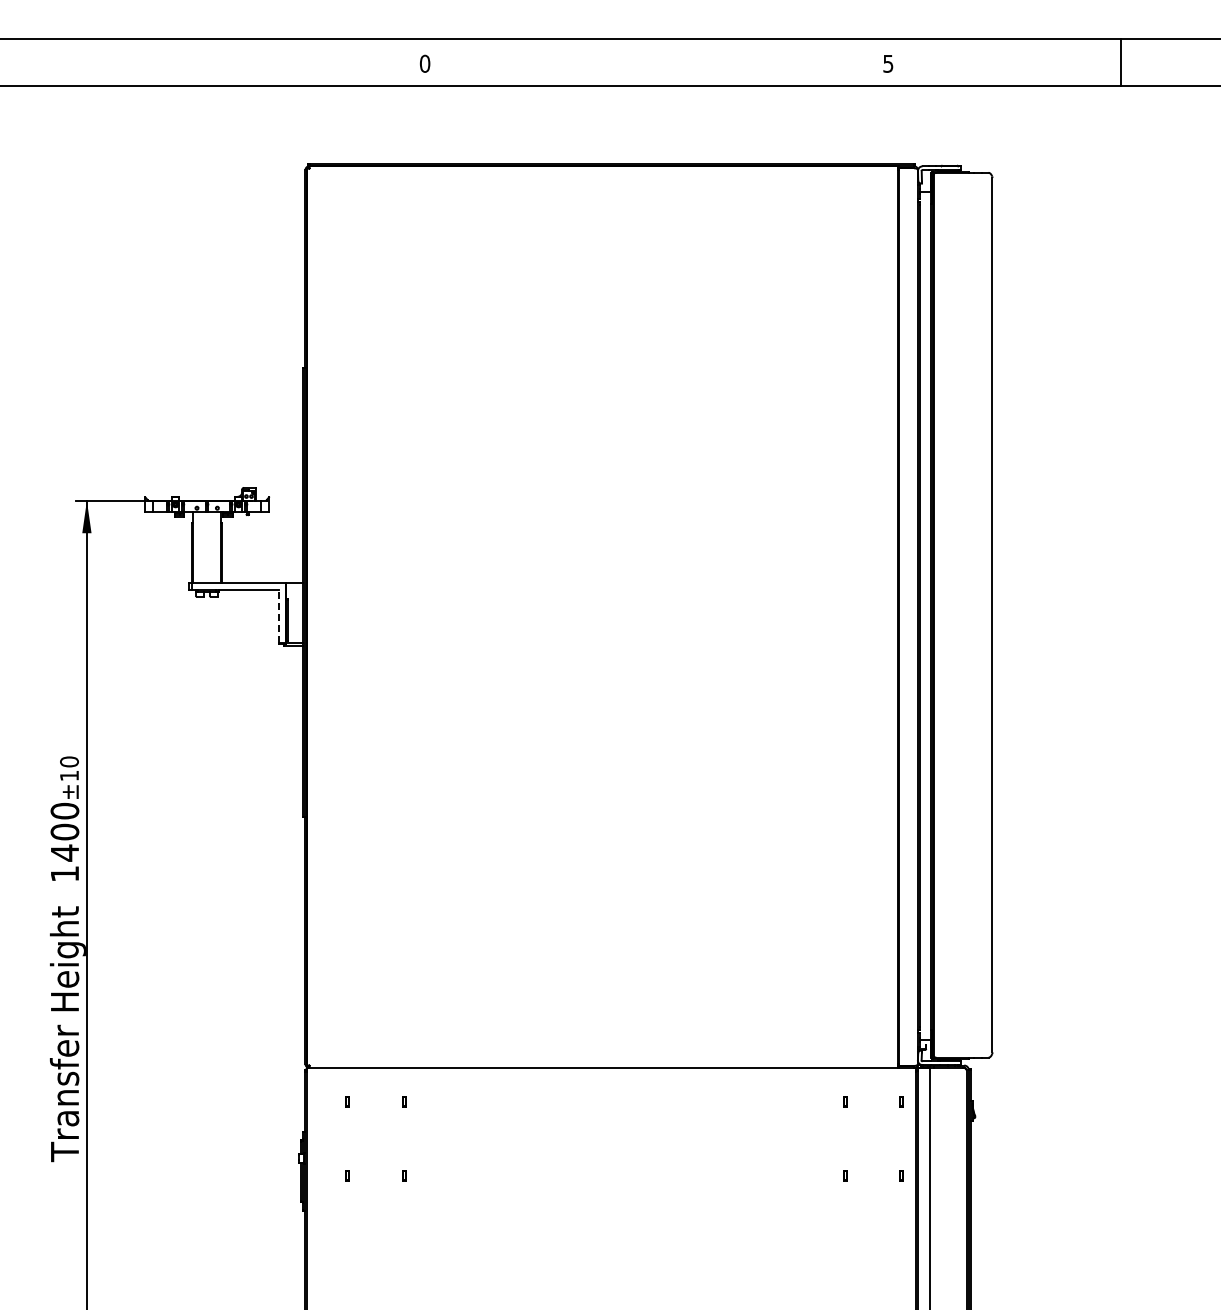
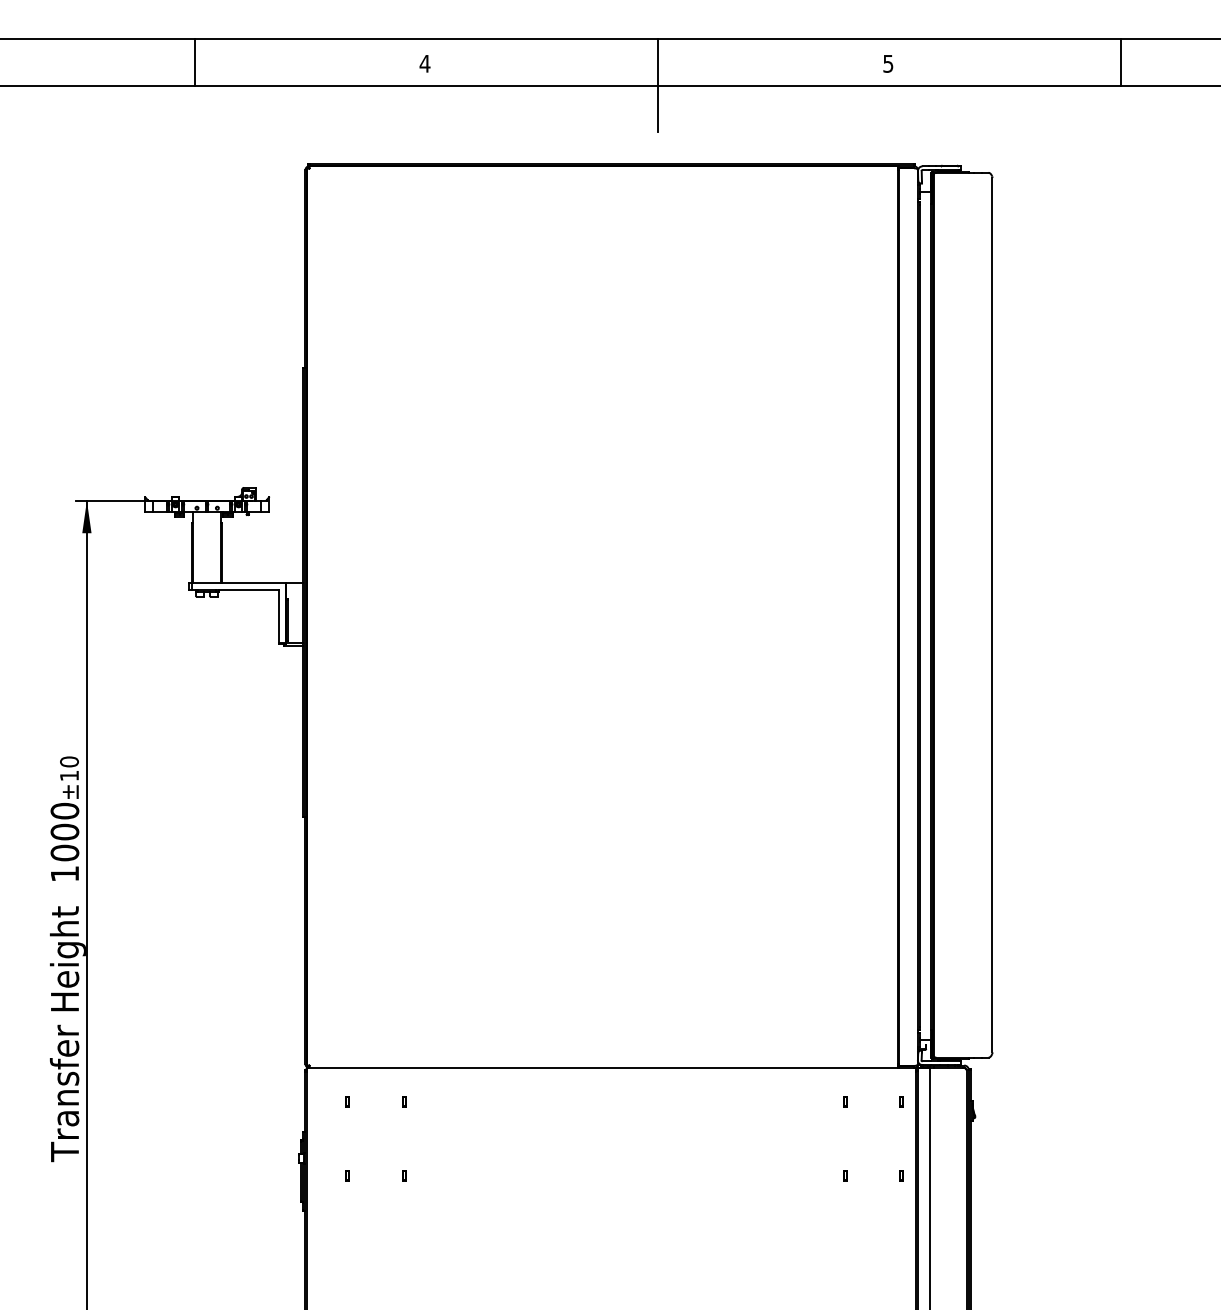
line at (194, 62): none -> present
text at (424, 63): 0 -> 4
line at (657, 85): none -> present
line at (278, 616): dashed -> solid
text at (64, 852): 1400 -> 1000
